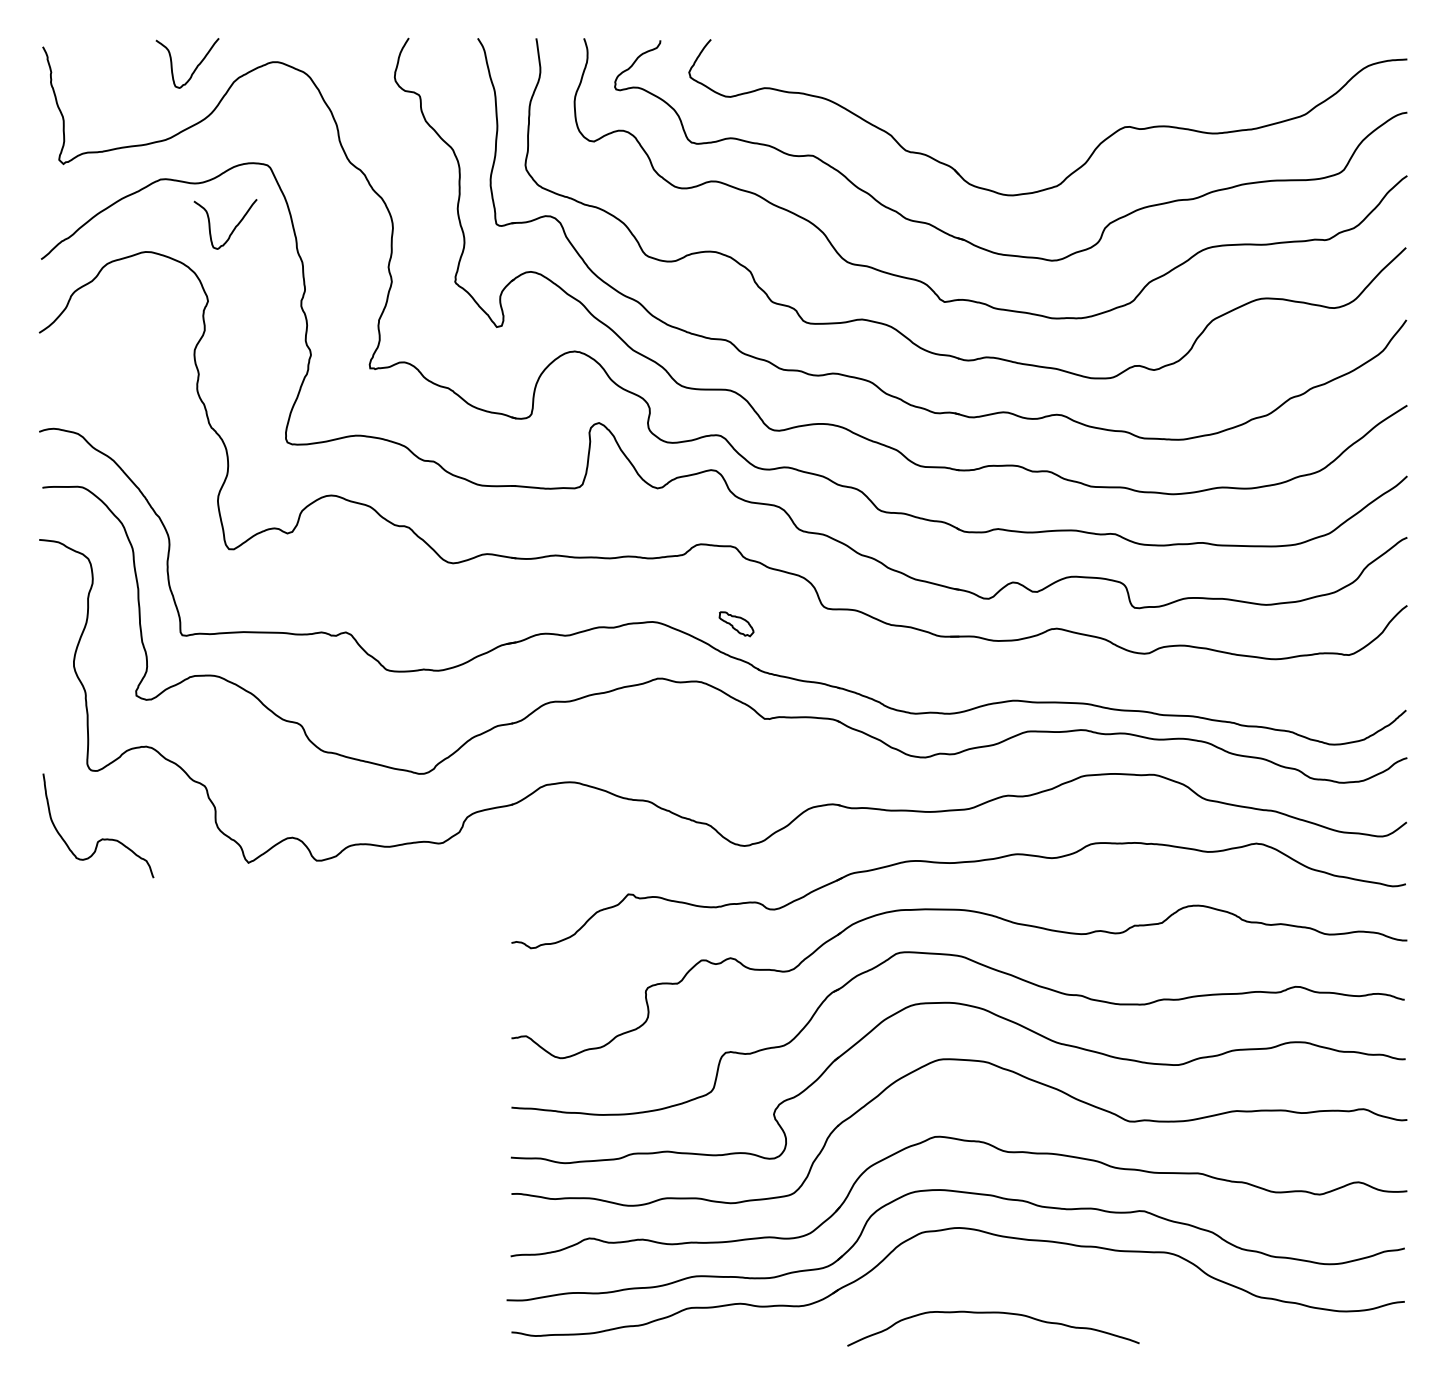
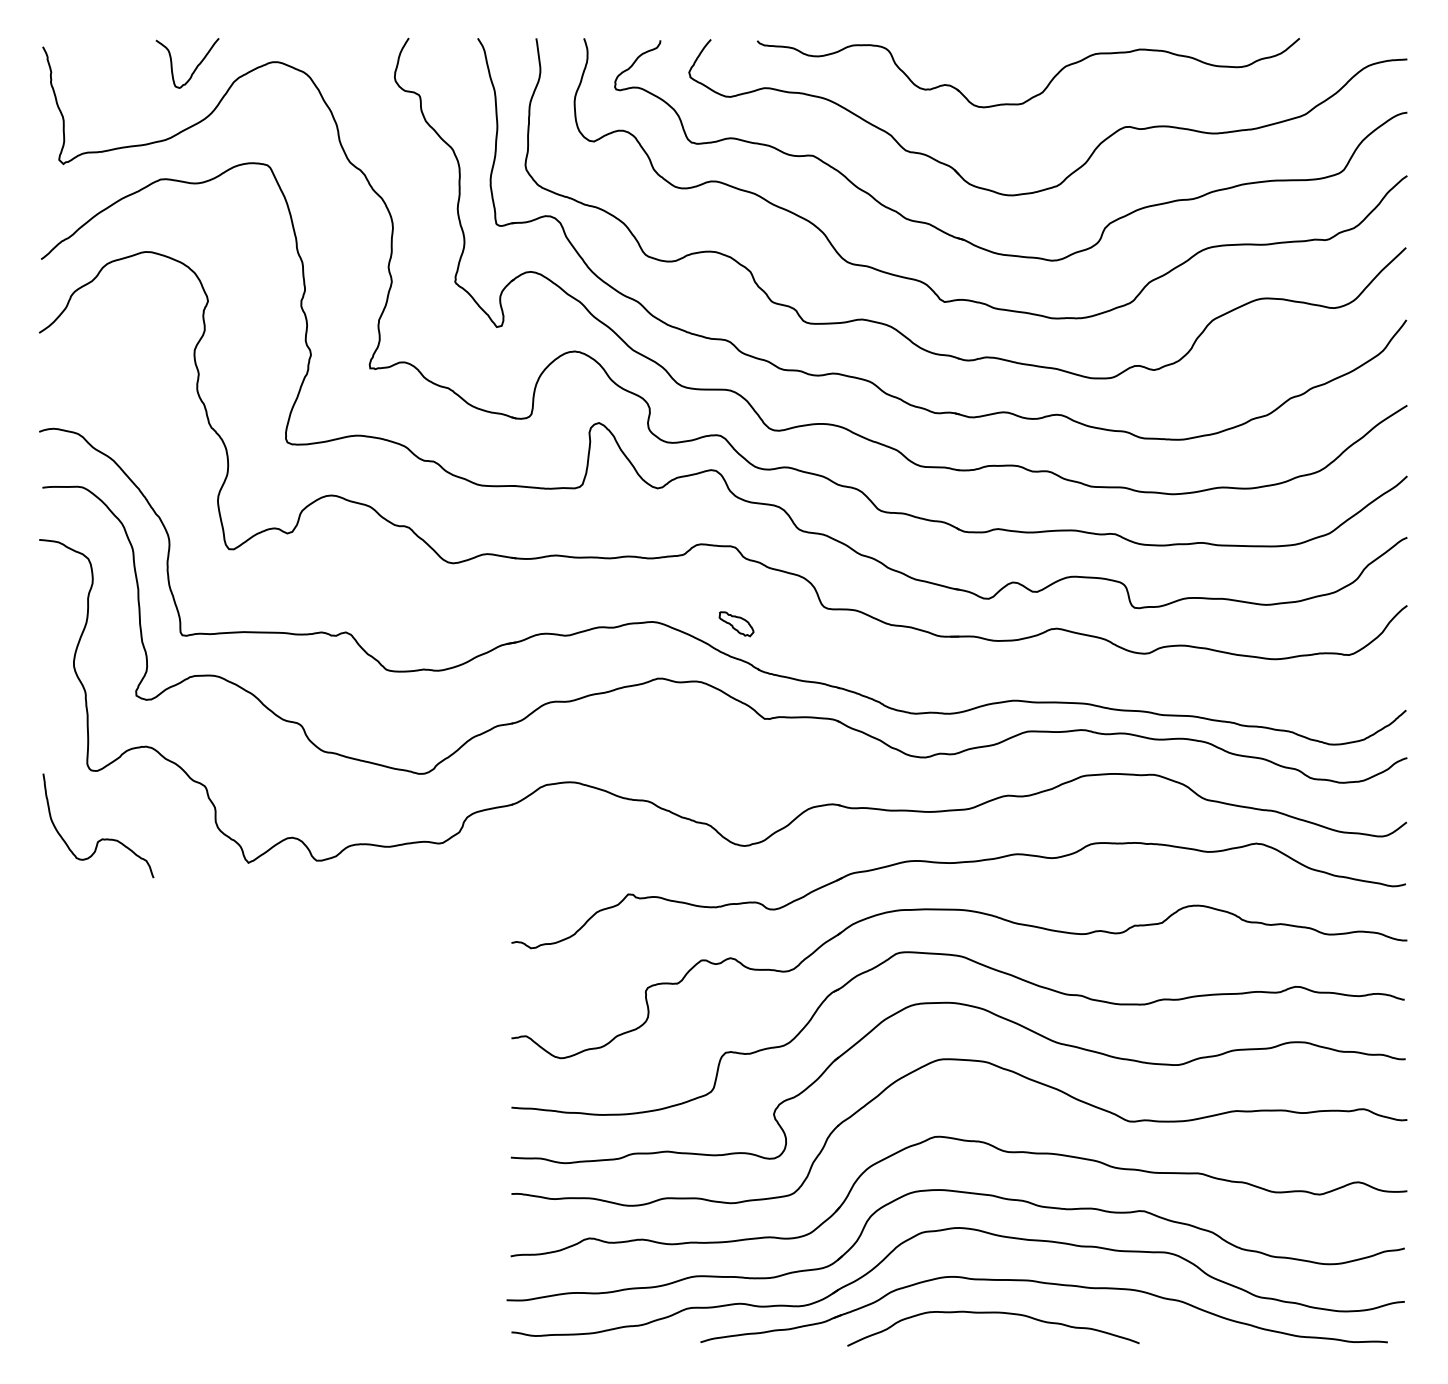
part at (1043, 89): none -> present
curve at (233, 228): present -> none
part at (1046, 1284): none -> present
